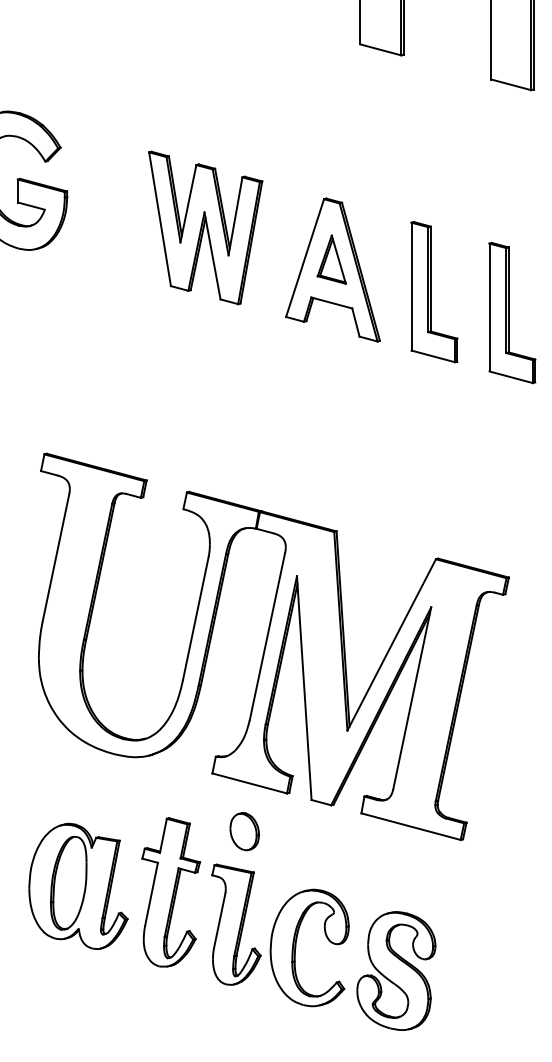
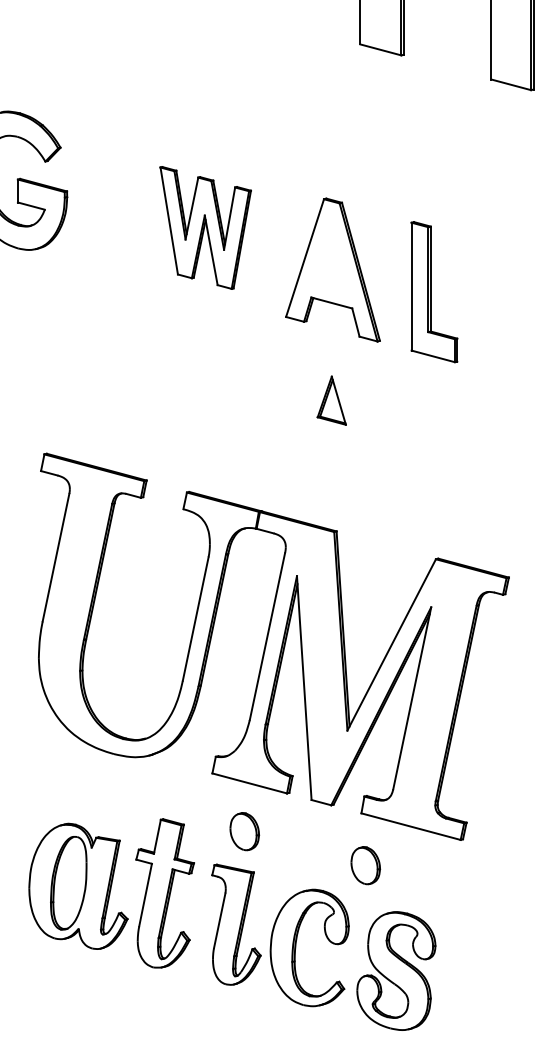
part at (205, 227) size: 116x156 px -> 93x124 px
part at (331, 259) position: (331, 259) -> (331, 400)
part at (512, 313): present -> none
part at (365, 865): none -> present
part at (170, 892) position: (170, 892) -> (164, 893)
